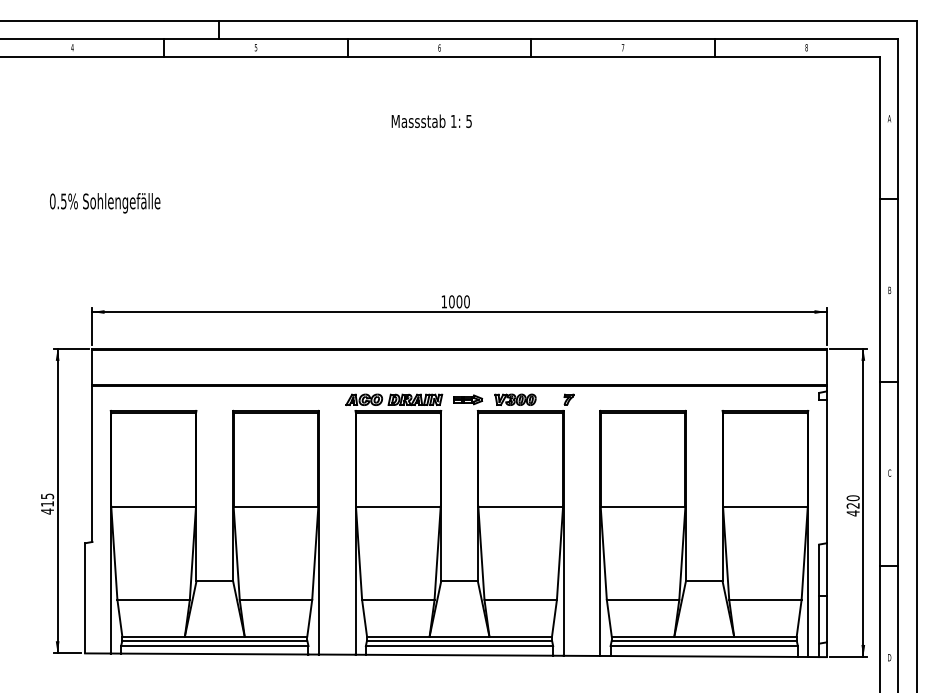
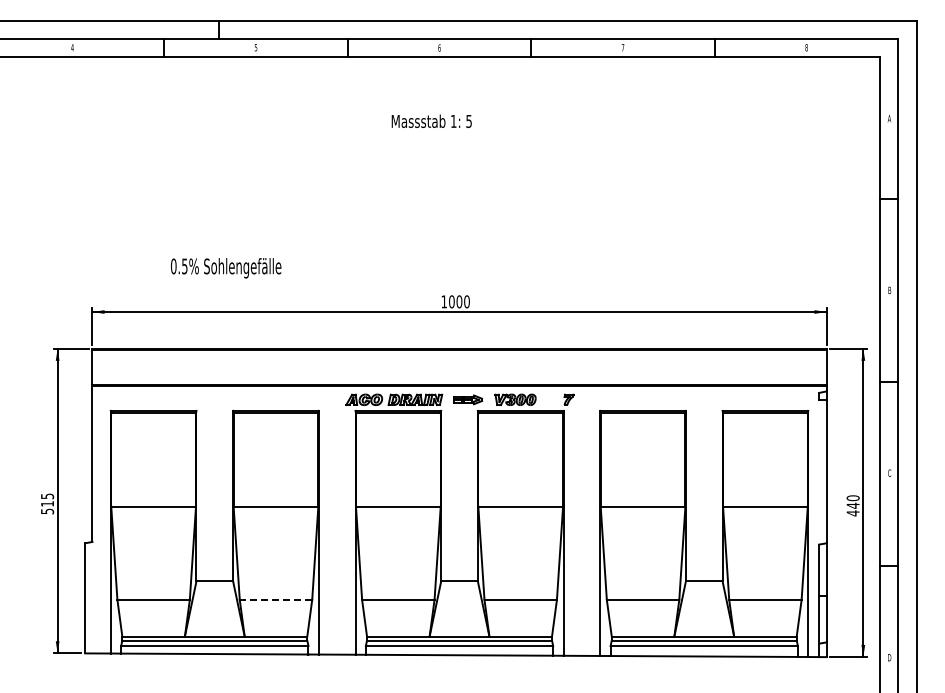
text at (105, 203) position: (105, 203) -> (226, 268)
text at (852, 505): 420 -> 440
text at (47, 511): 415 -> 515
line at (275, 599): solid -> dashed
